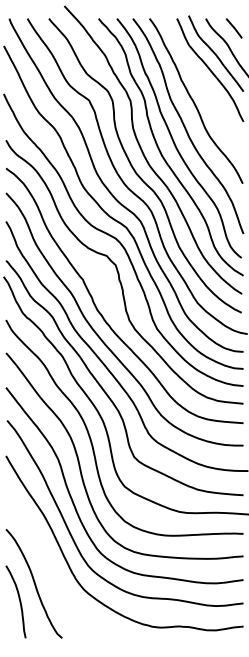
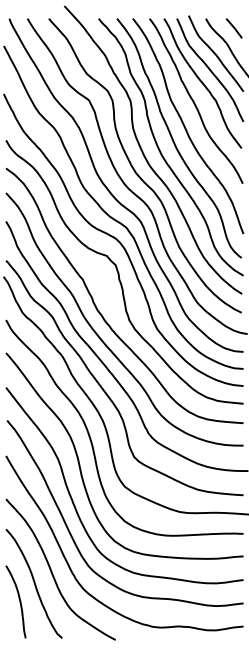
curve at (202, 83): none -> present
curve at (53, 573): none -> present
